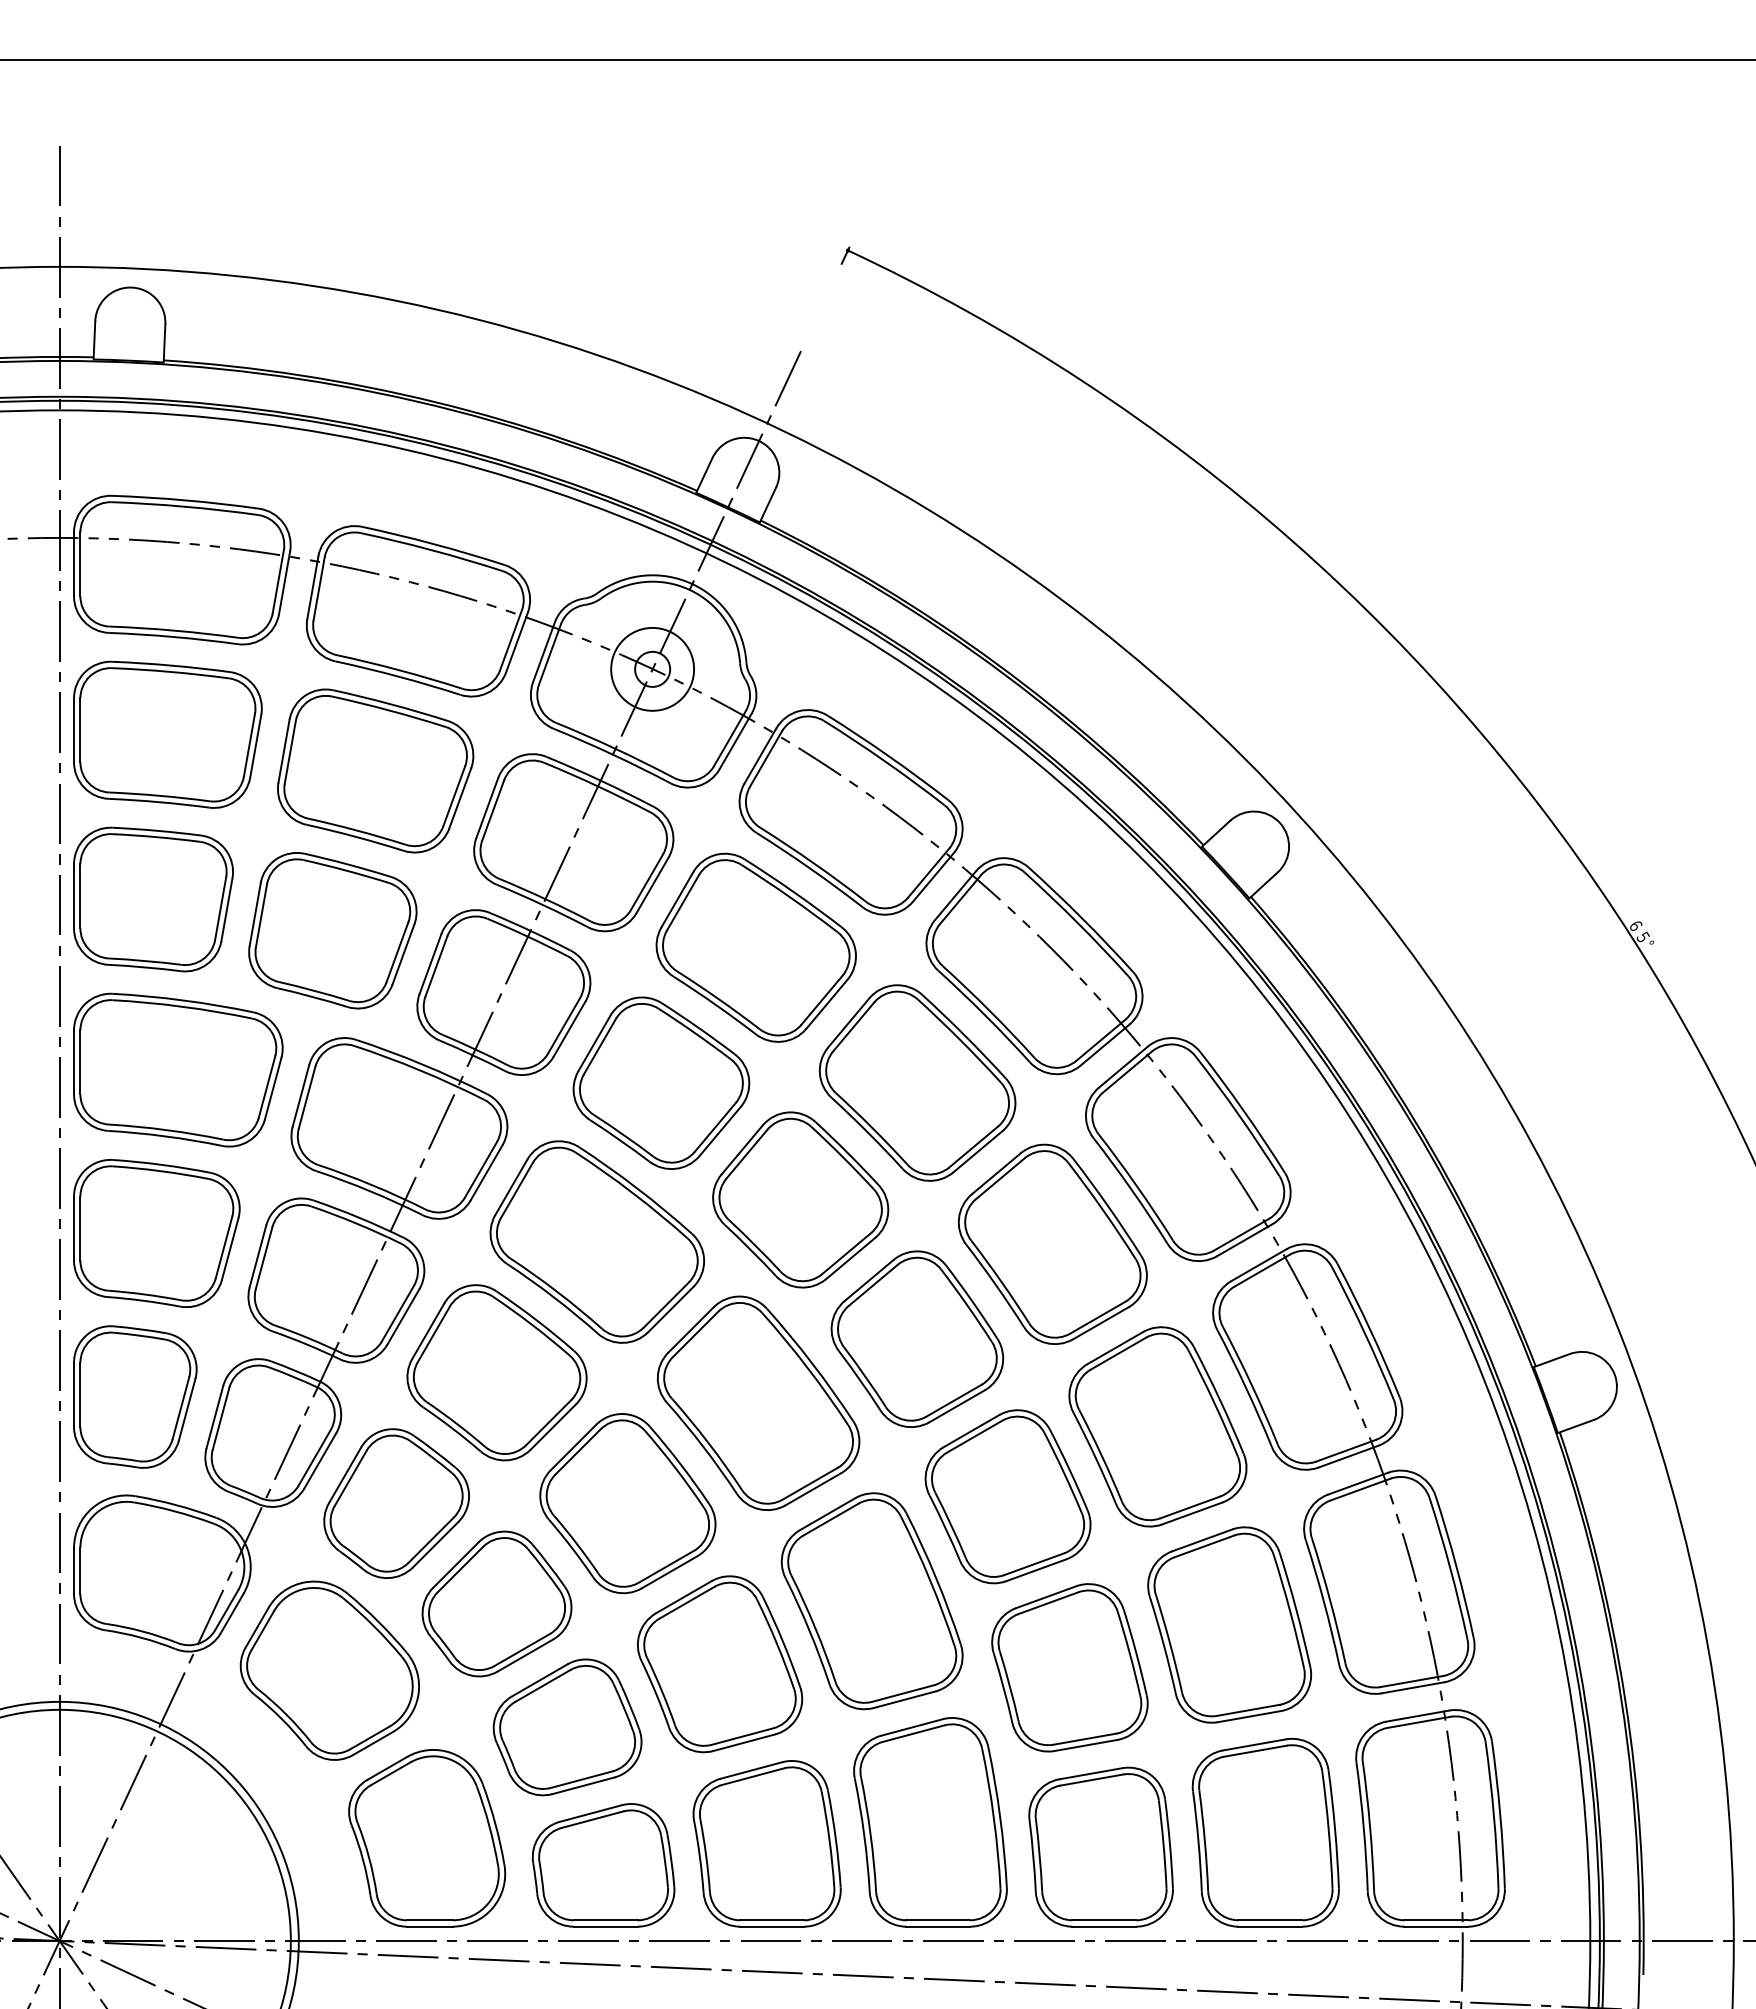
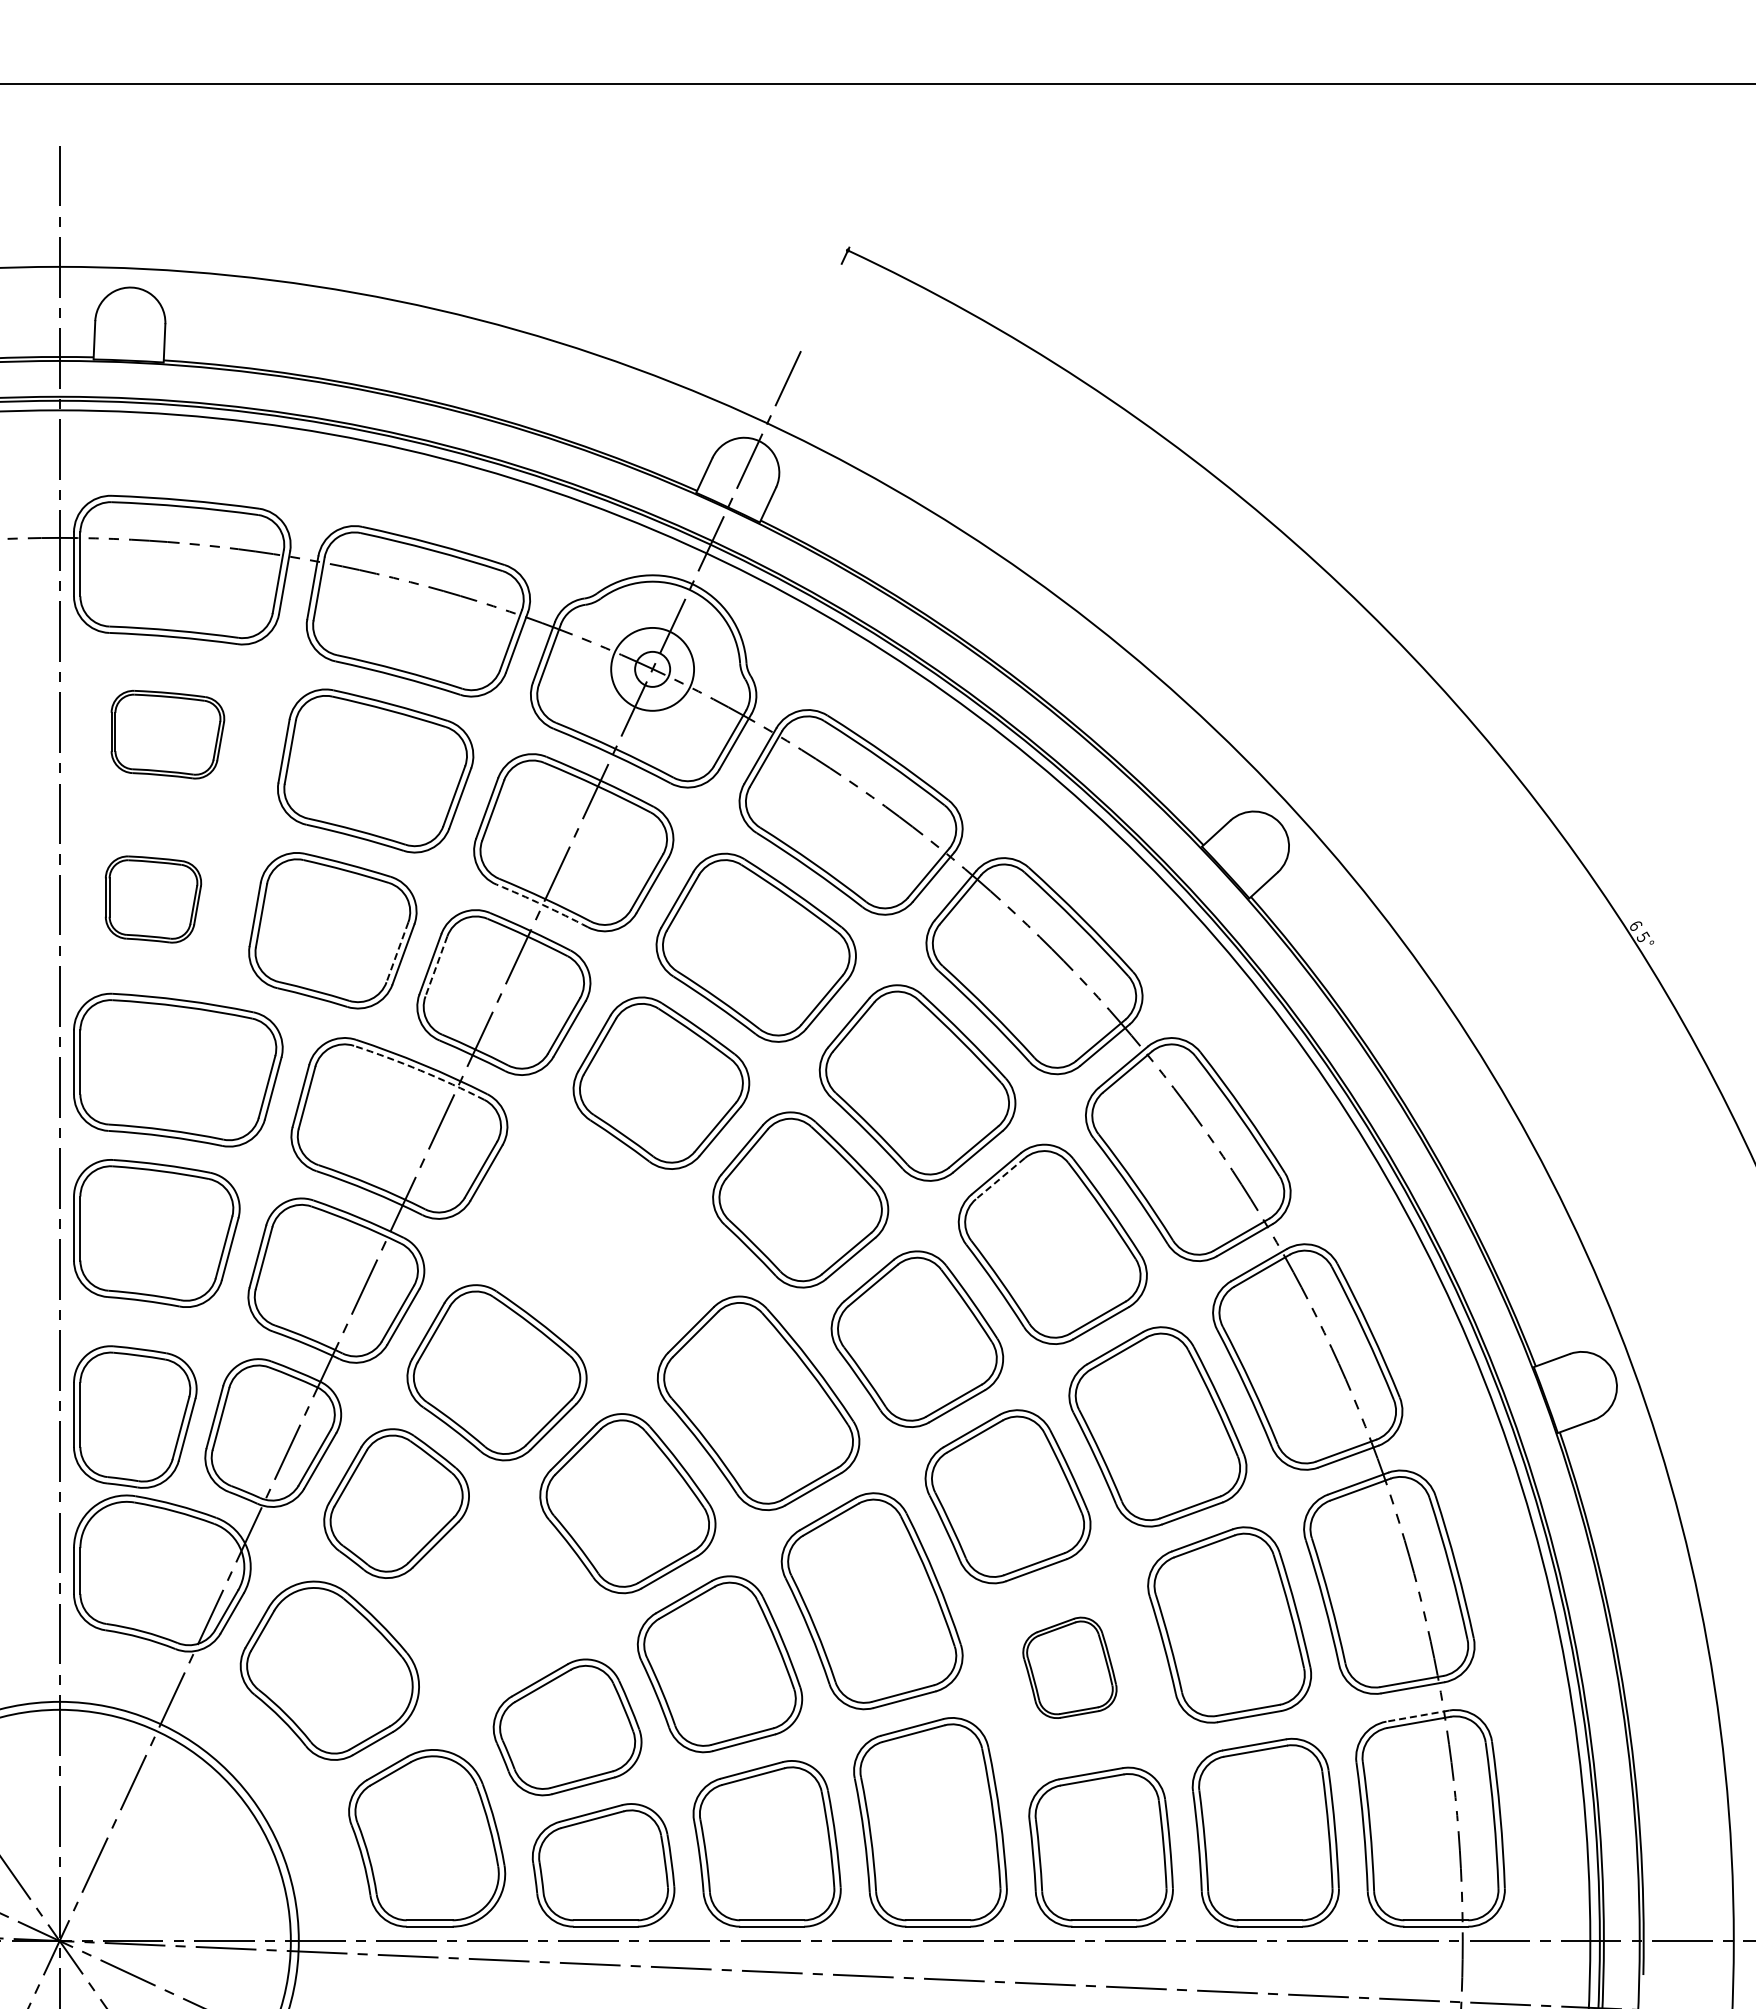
line at (877, 60) position: (877, 60) -> (877, 84)
part at (167, 734) size: 190x149 px -> 116x90 px
part at (153, 899) size: 161x147 px -> 99x89 px
arc at (542, 904): solid -> dashed
line at (397, 952): solid -> dashed
line at (436, 966): solid -> dashed
arc at (420, 1070): solid -> dashed
line at (1000, 1178): solid -> dashed
part at (596, 1241): present -> none
part at (135, 1396) position: (135, 1396) -> (135, 1416)
part at (496, 1603): present -> none
part at (1069, 1667) size: 158x170 px -> 96x103 px
line at (1417, 1716): solid -> dashed
